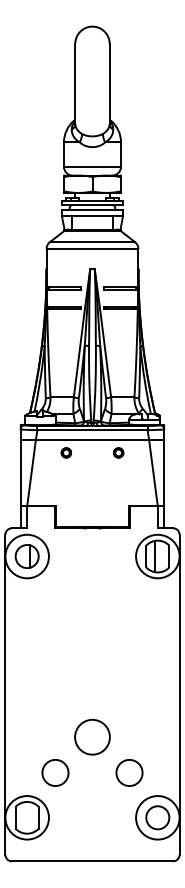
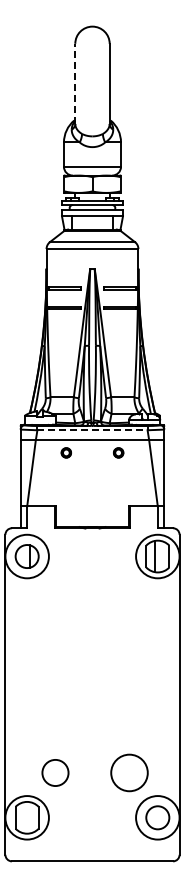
line at (75, 83): solid -> dashed
line at (93, 430): solid -> dashed
circle at (92, 737): present -> none
circle at (129, 772) diameter: 26 px -> 37 px
